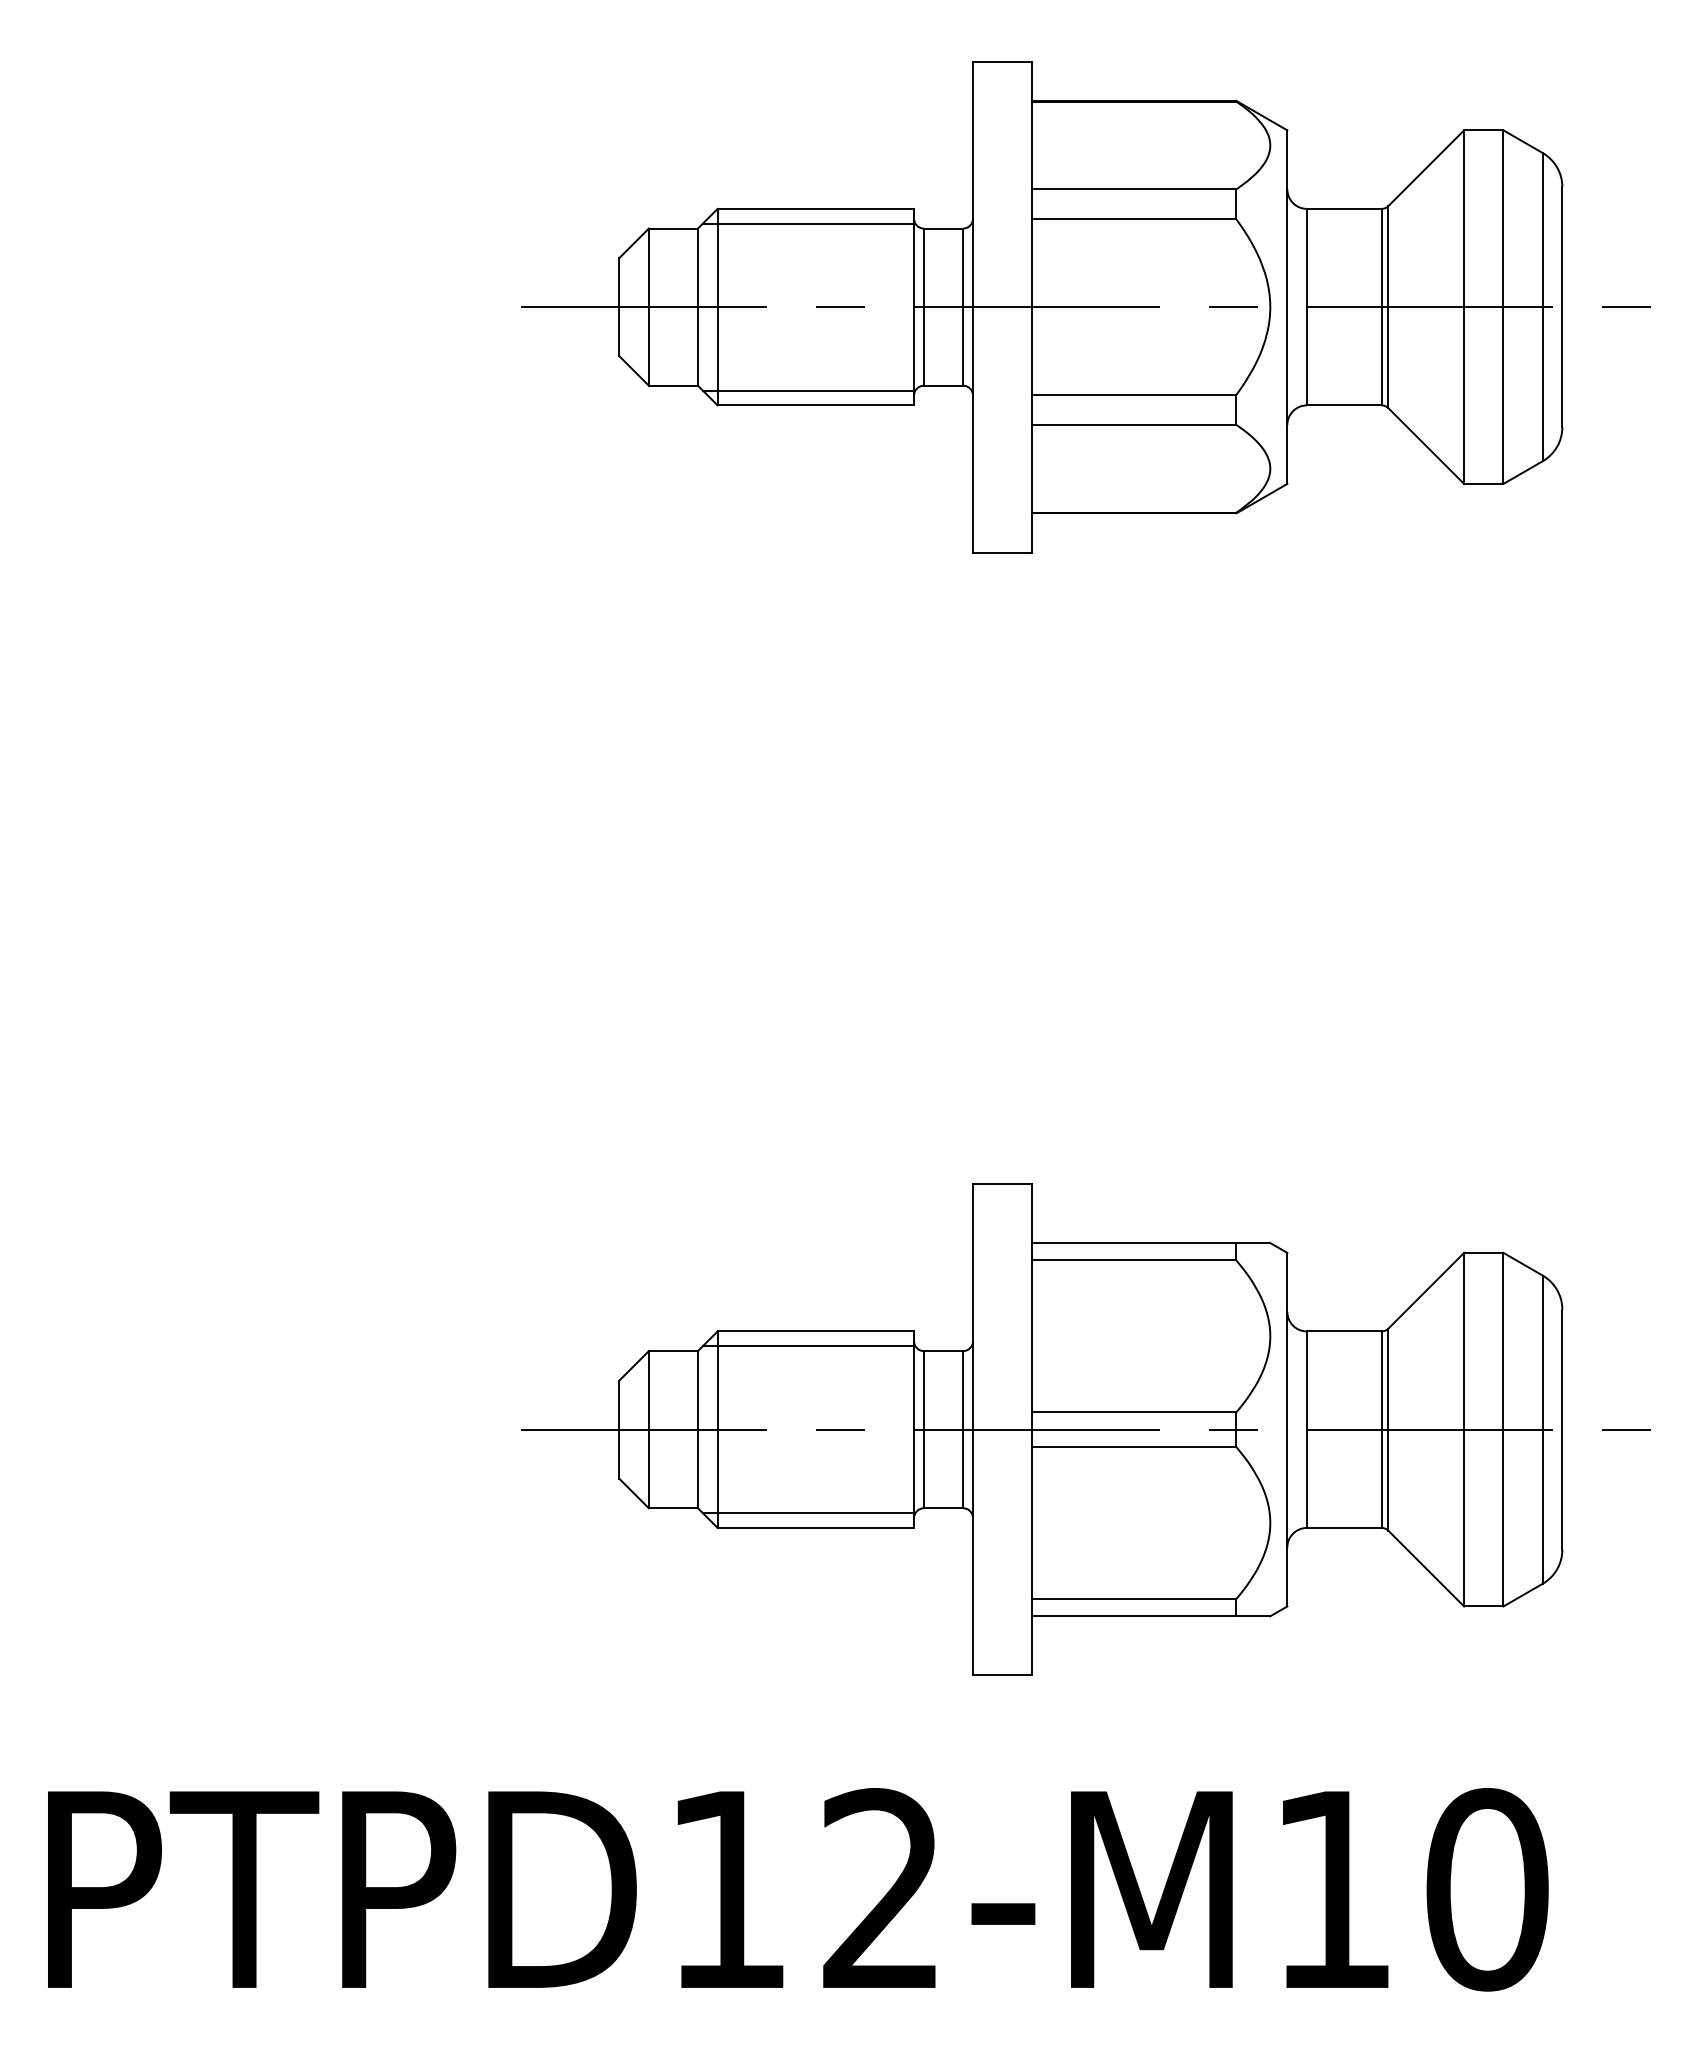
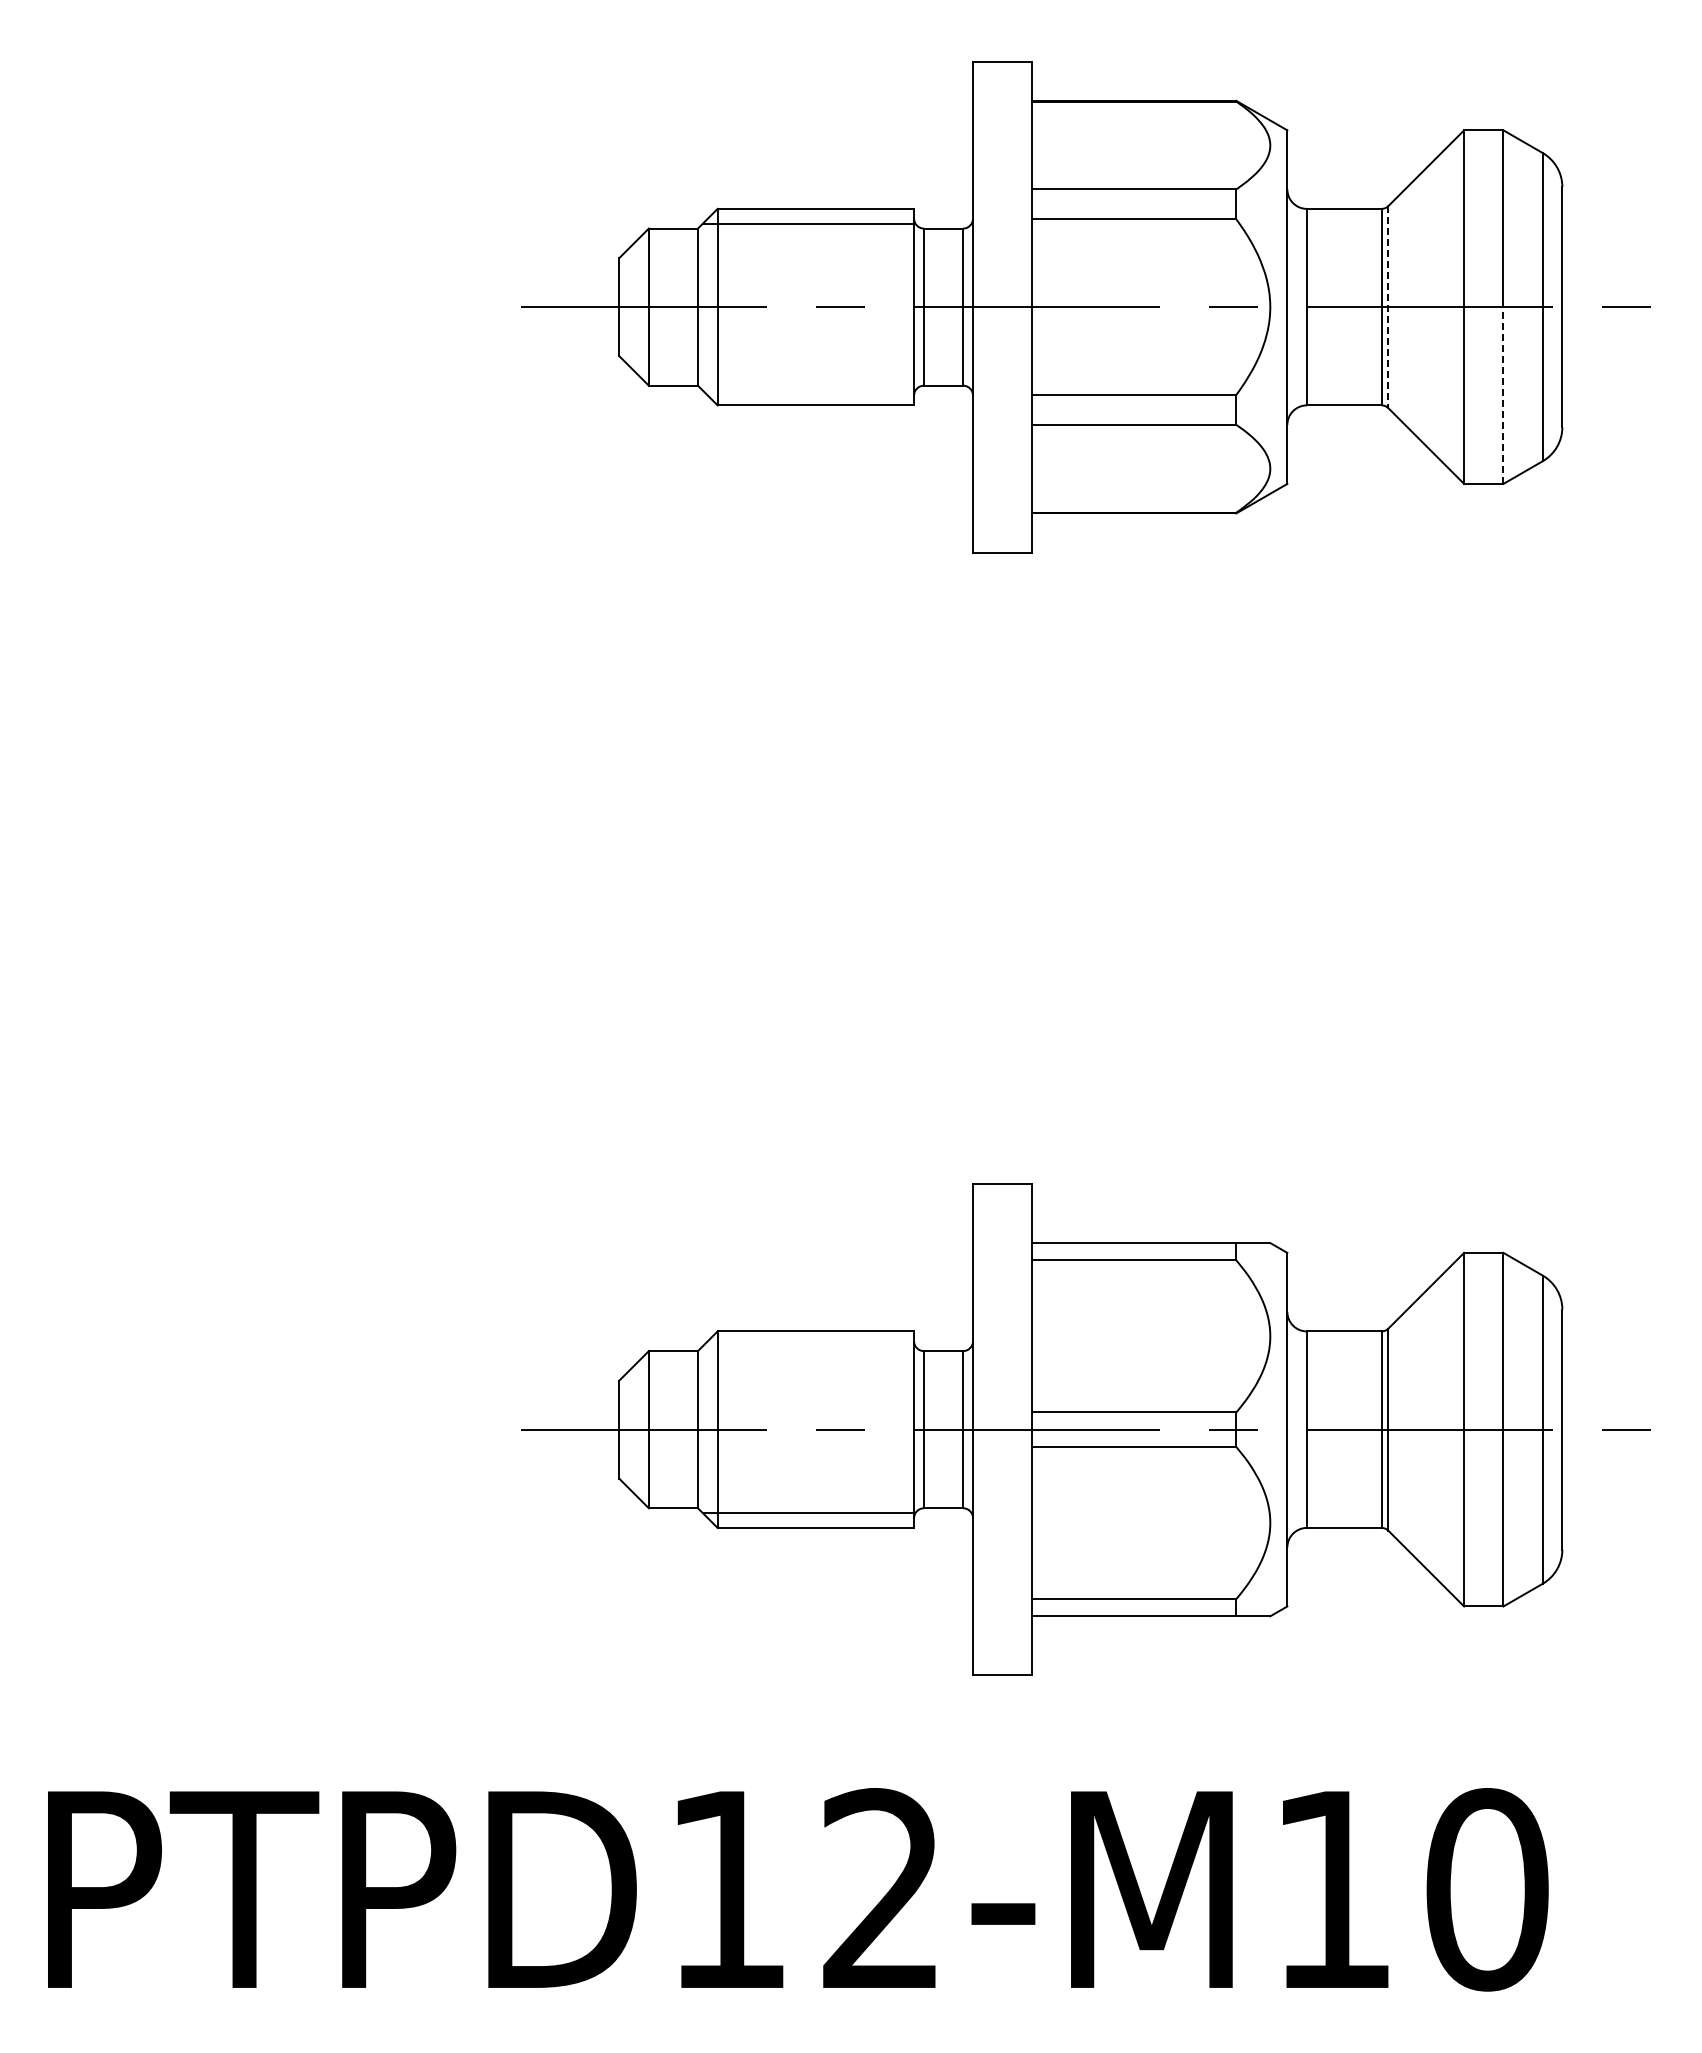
line at (1388, 307): solid -> dashed
line at (808, 390): present -> none
line at (1503, 395): solid -> dashed
line at (808, 1346): present -> none
